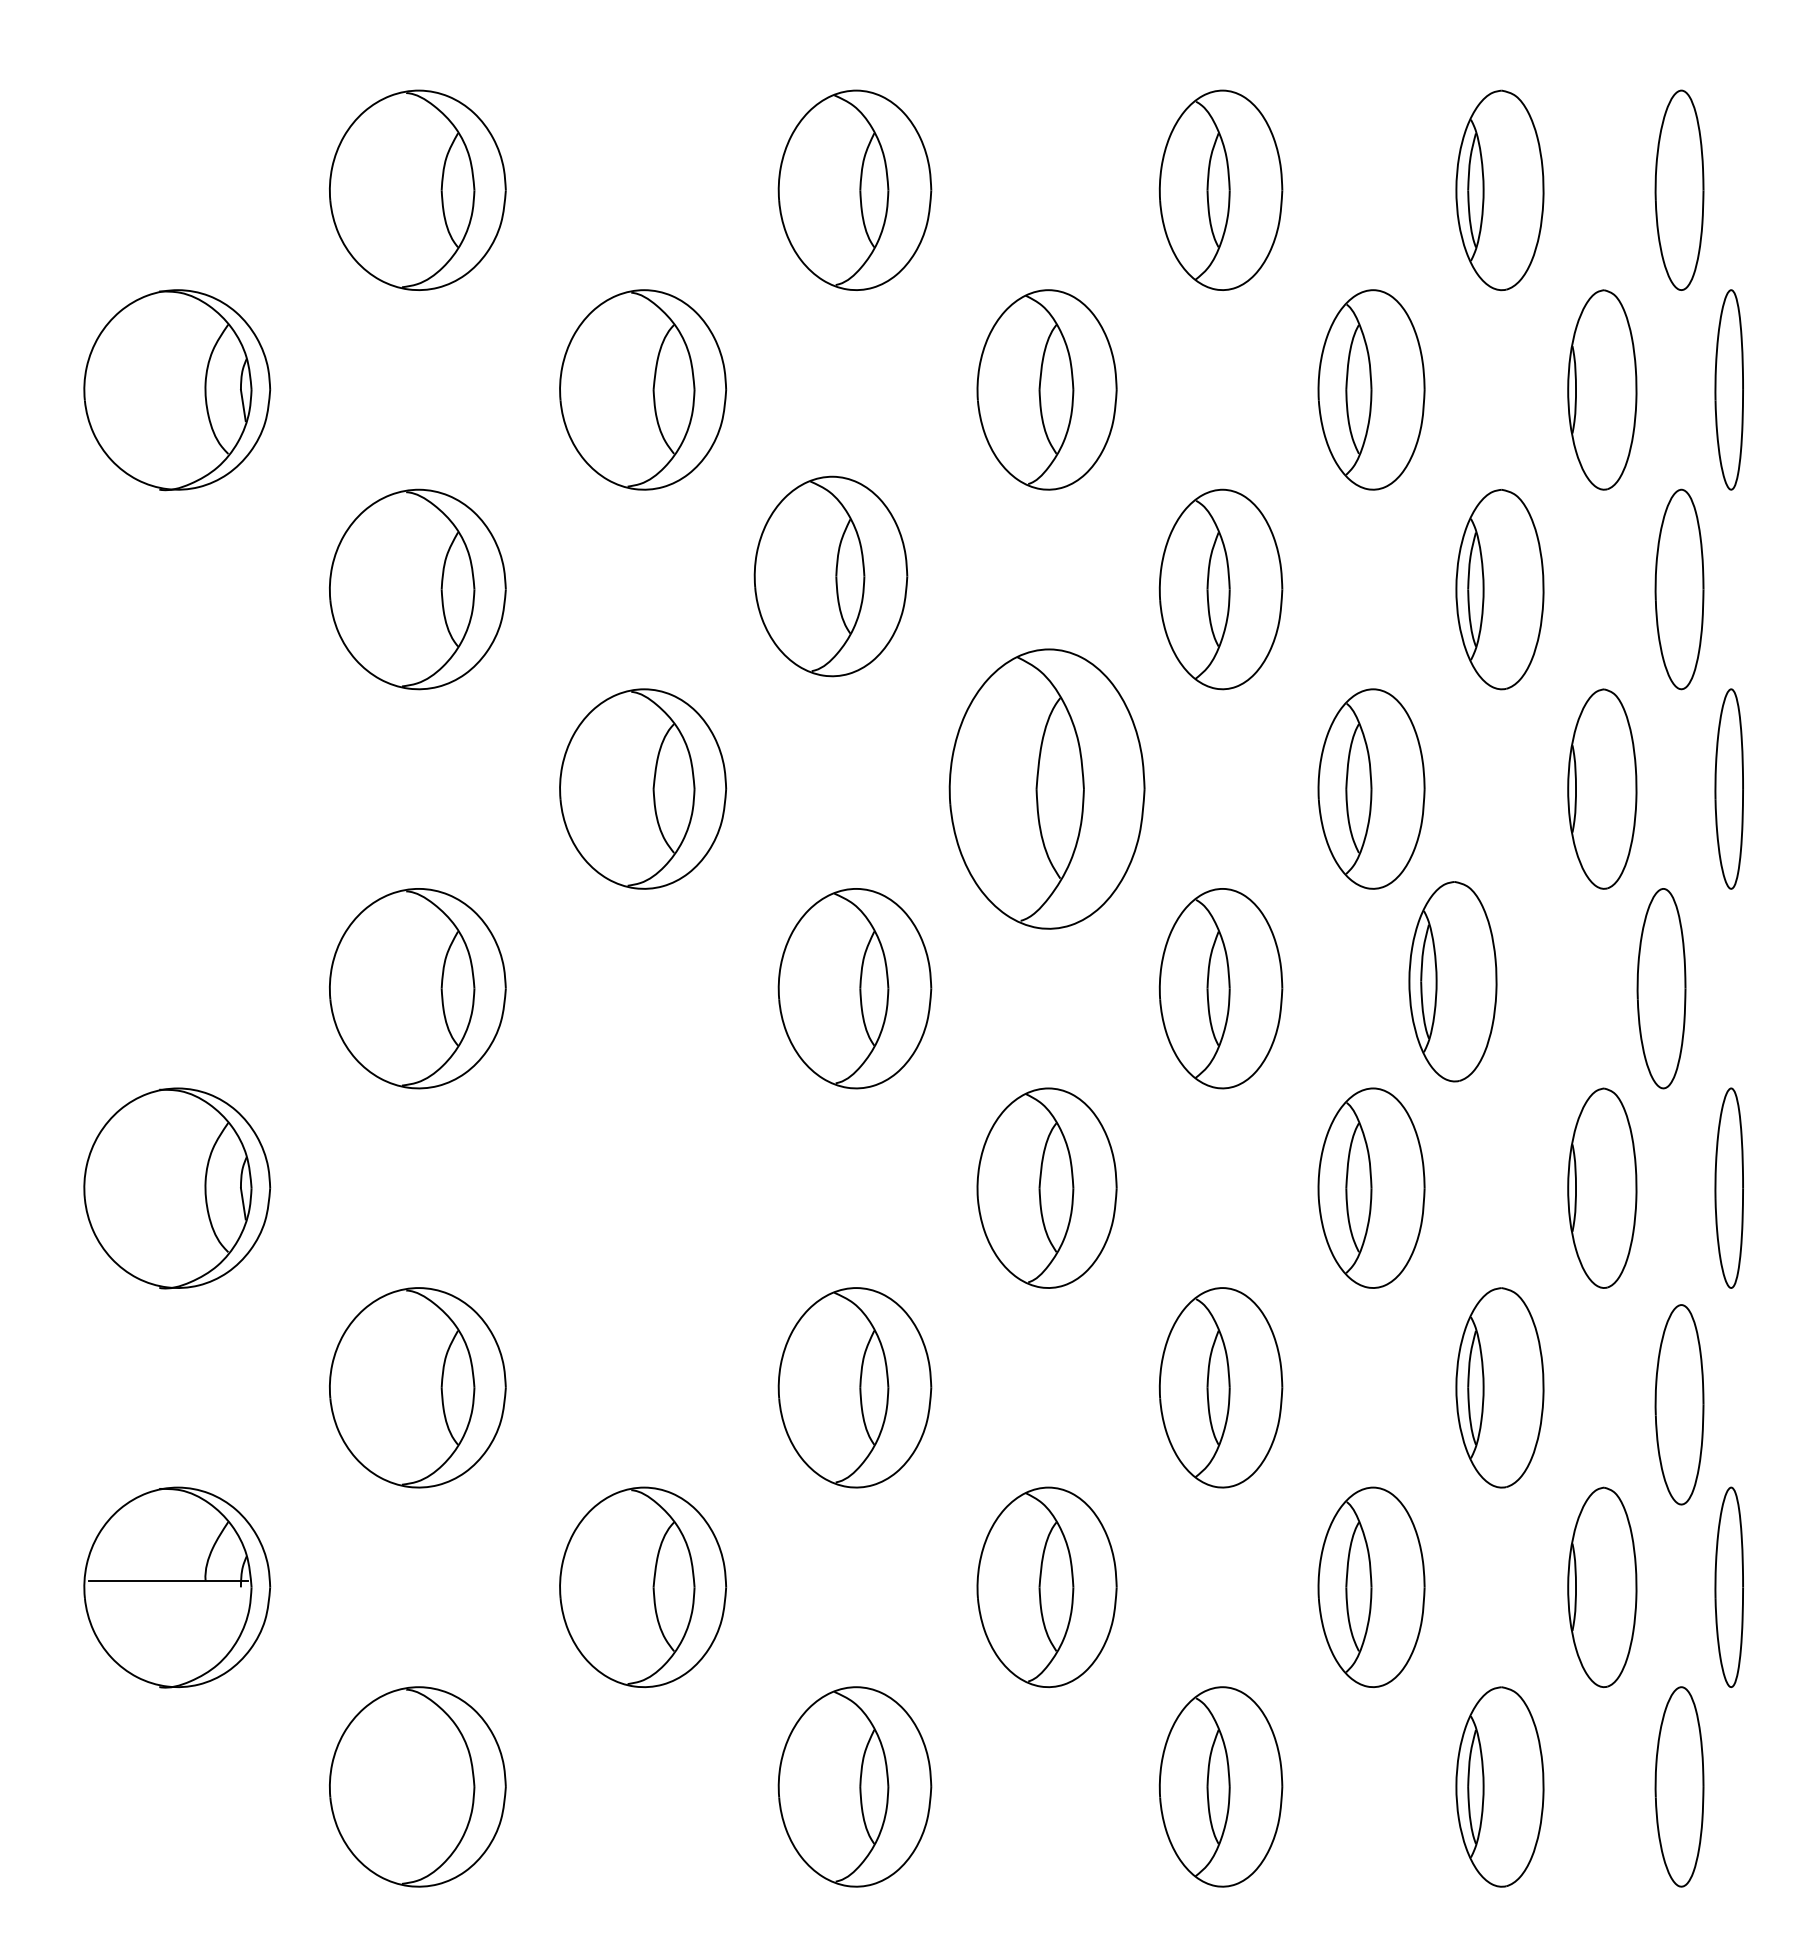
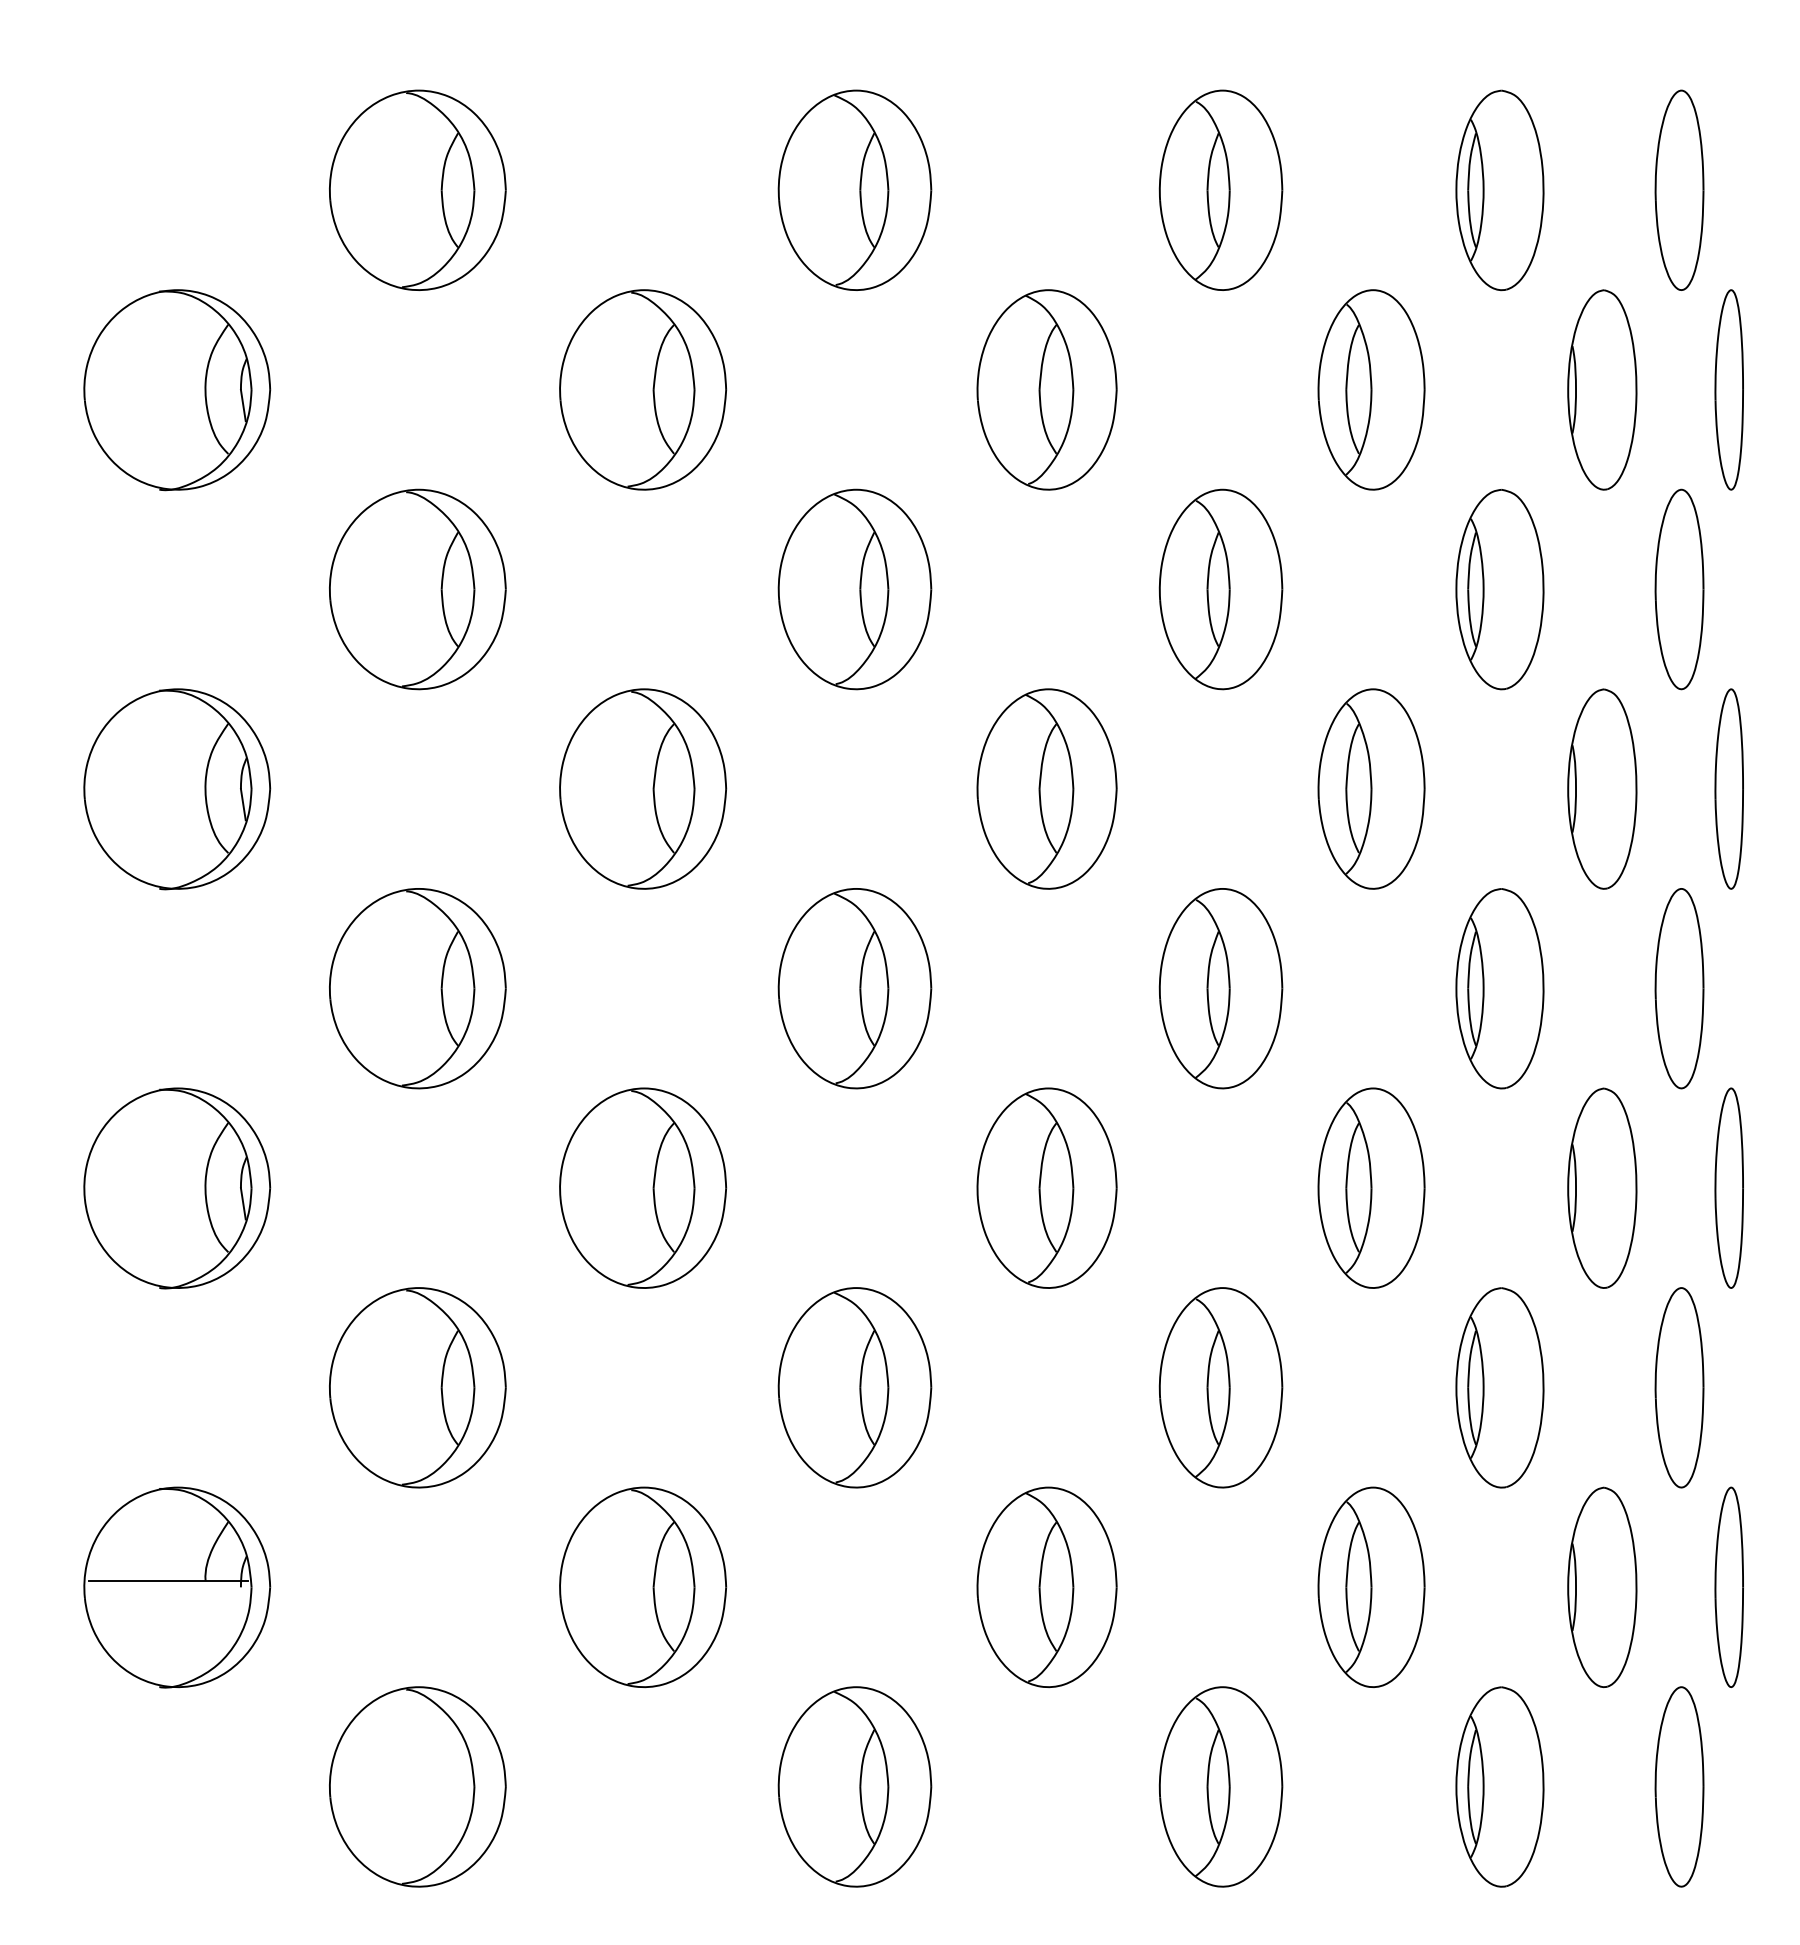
part at (830, 576) position: (830, 576) -> (854, 589)
part at (1046, 788) size: 198x282 px -> 142x202 px
part at (177, 789): none -> present
part at (1452, 981) position: (1452, 981) -> (1499, 988)
part at (1661, 988) position: (1661, 988) -> (1679, 988)
part at (643, 1187): none -> present
part at (1679, 1404) position: (1679, 1404) -> (1679, 1387)
